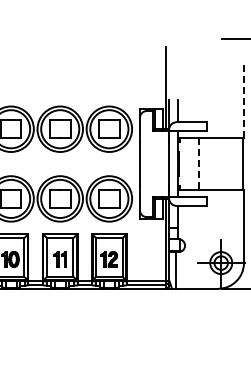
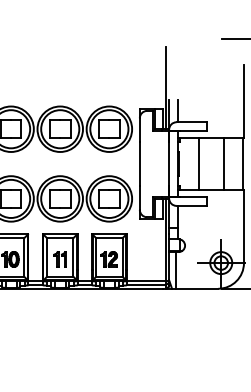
line at (243, 101): dashed -> solid
line at (224, 163): none -> present
line at (198, 164): dashed -> solid
